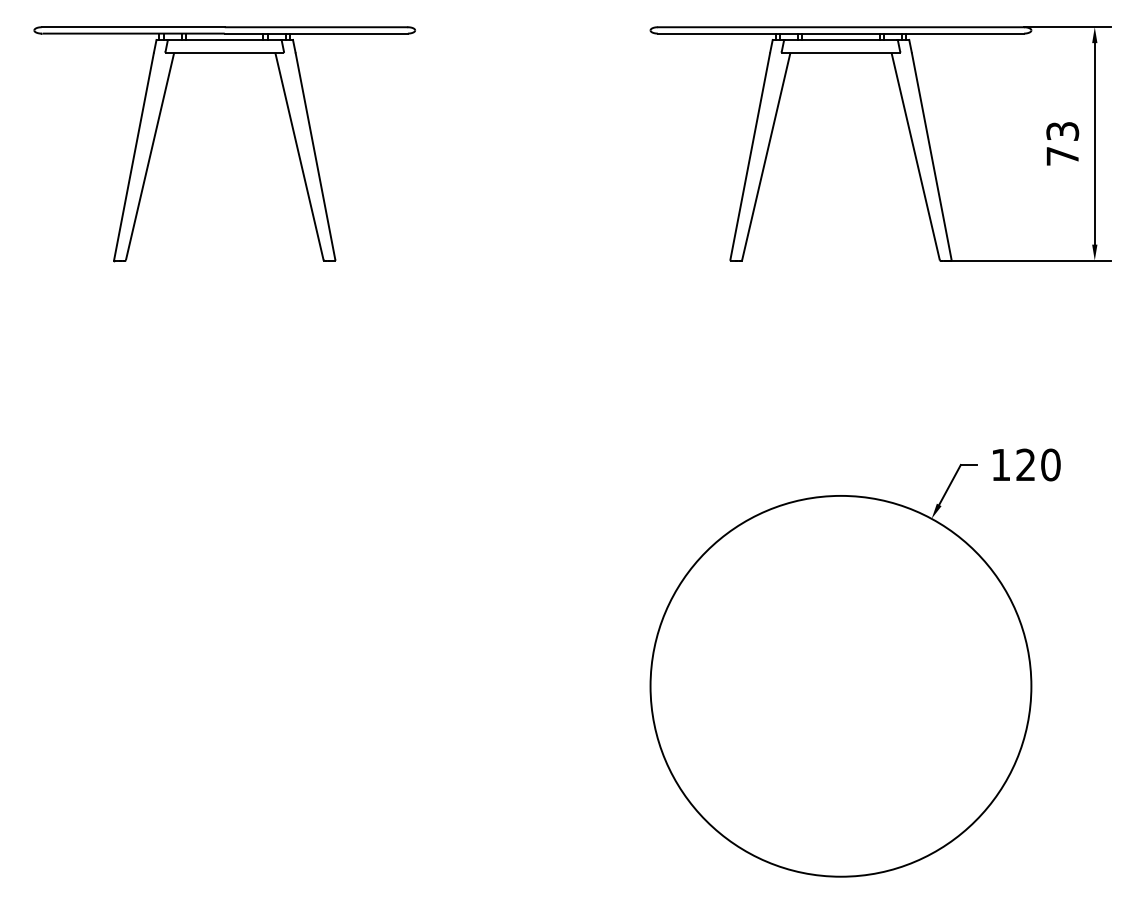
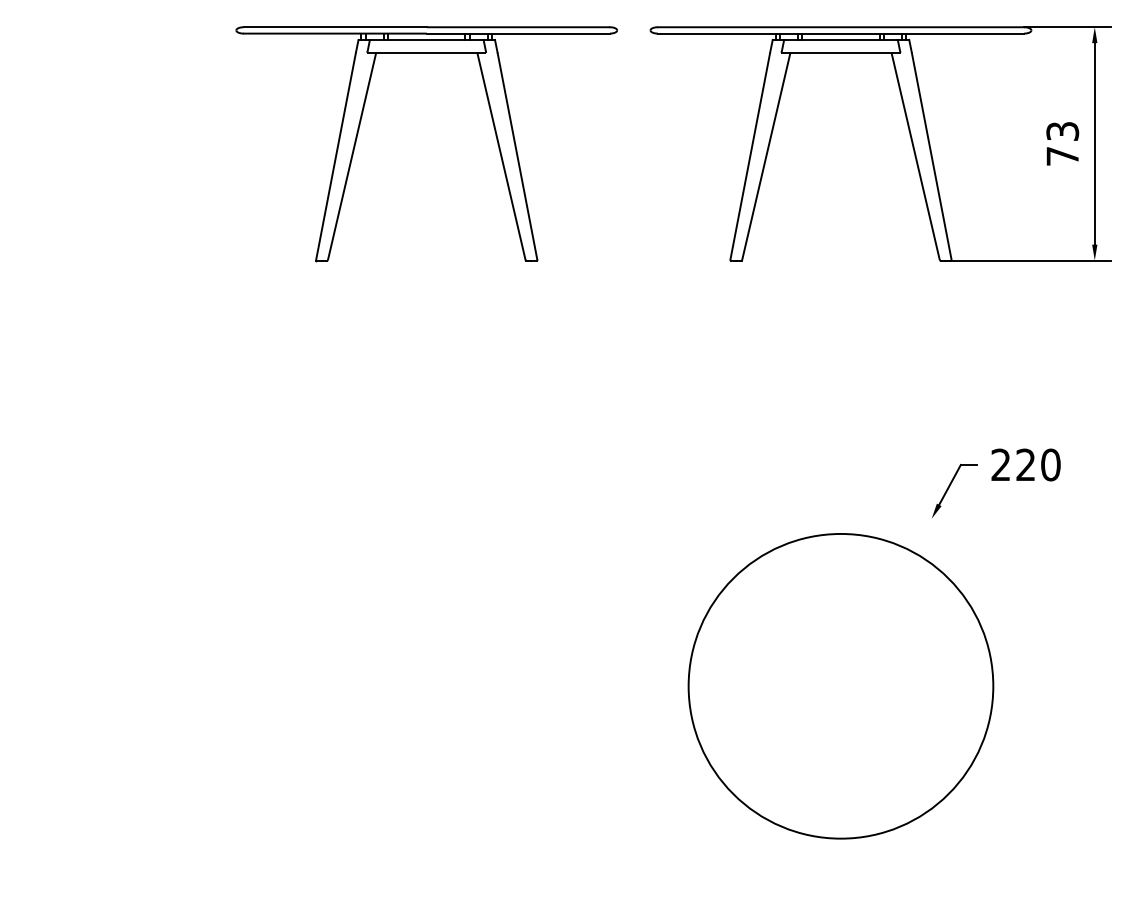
part at (157, 129) position: (157, 129) -> (359, 129)
text at (1000, 464): 120 -> 220
circle at (840, 685) diameter: 381 px -> 305 px
